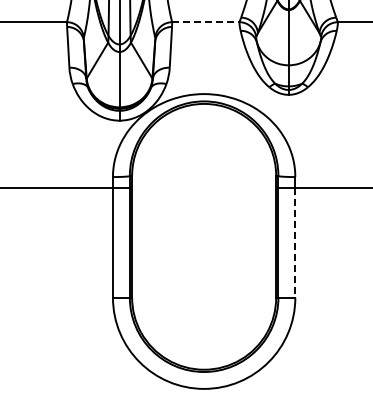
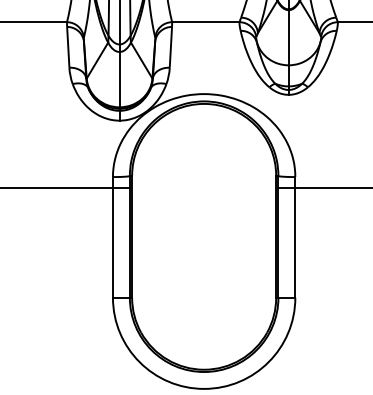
line at (205, 22): dashed -> solid
line at (295, 242): dashed -> solid
